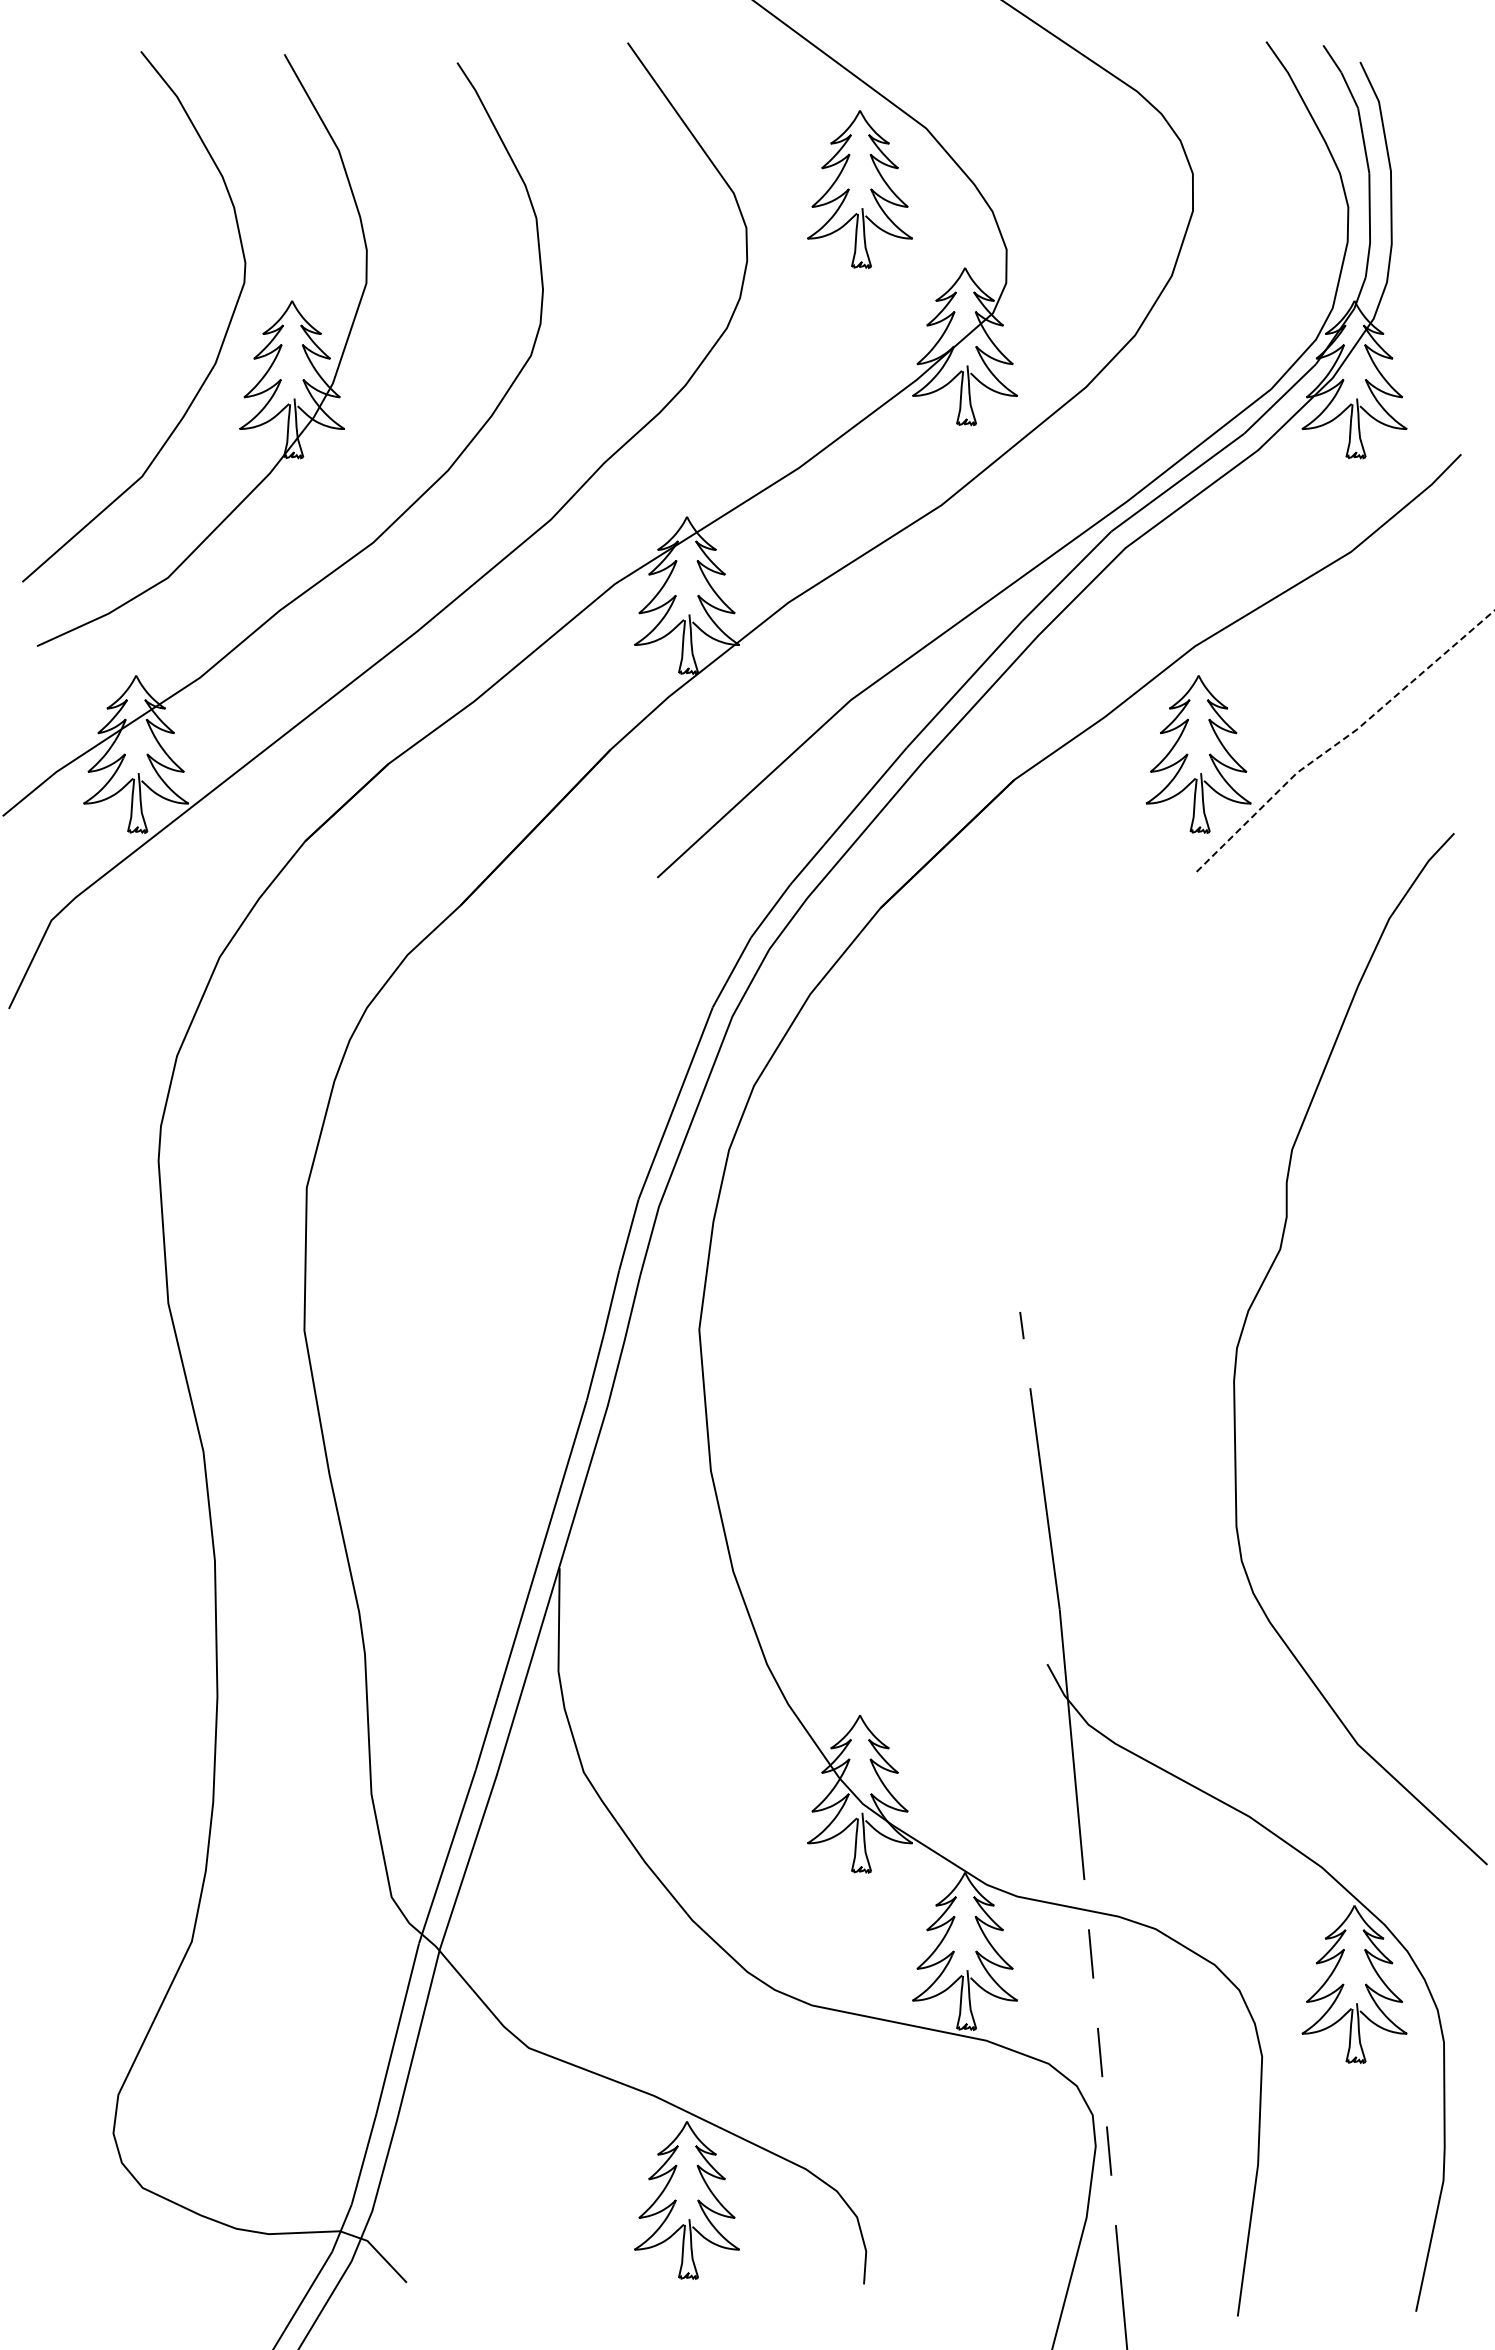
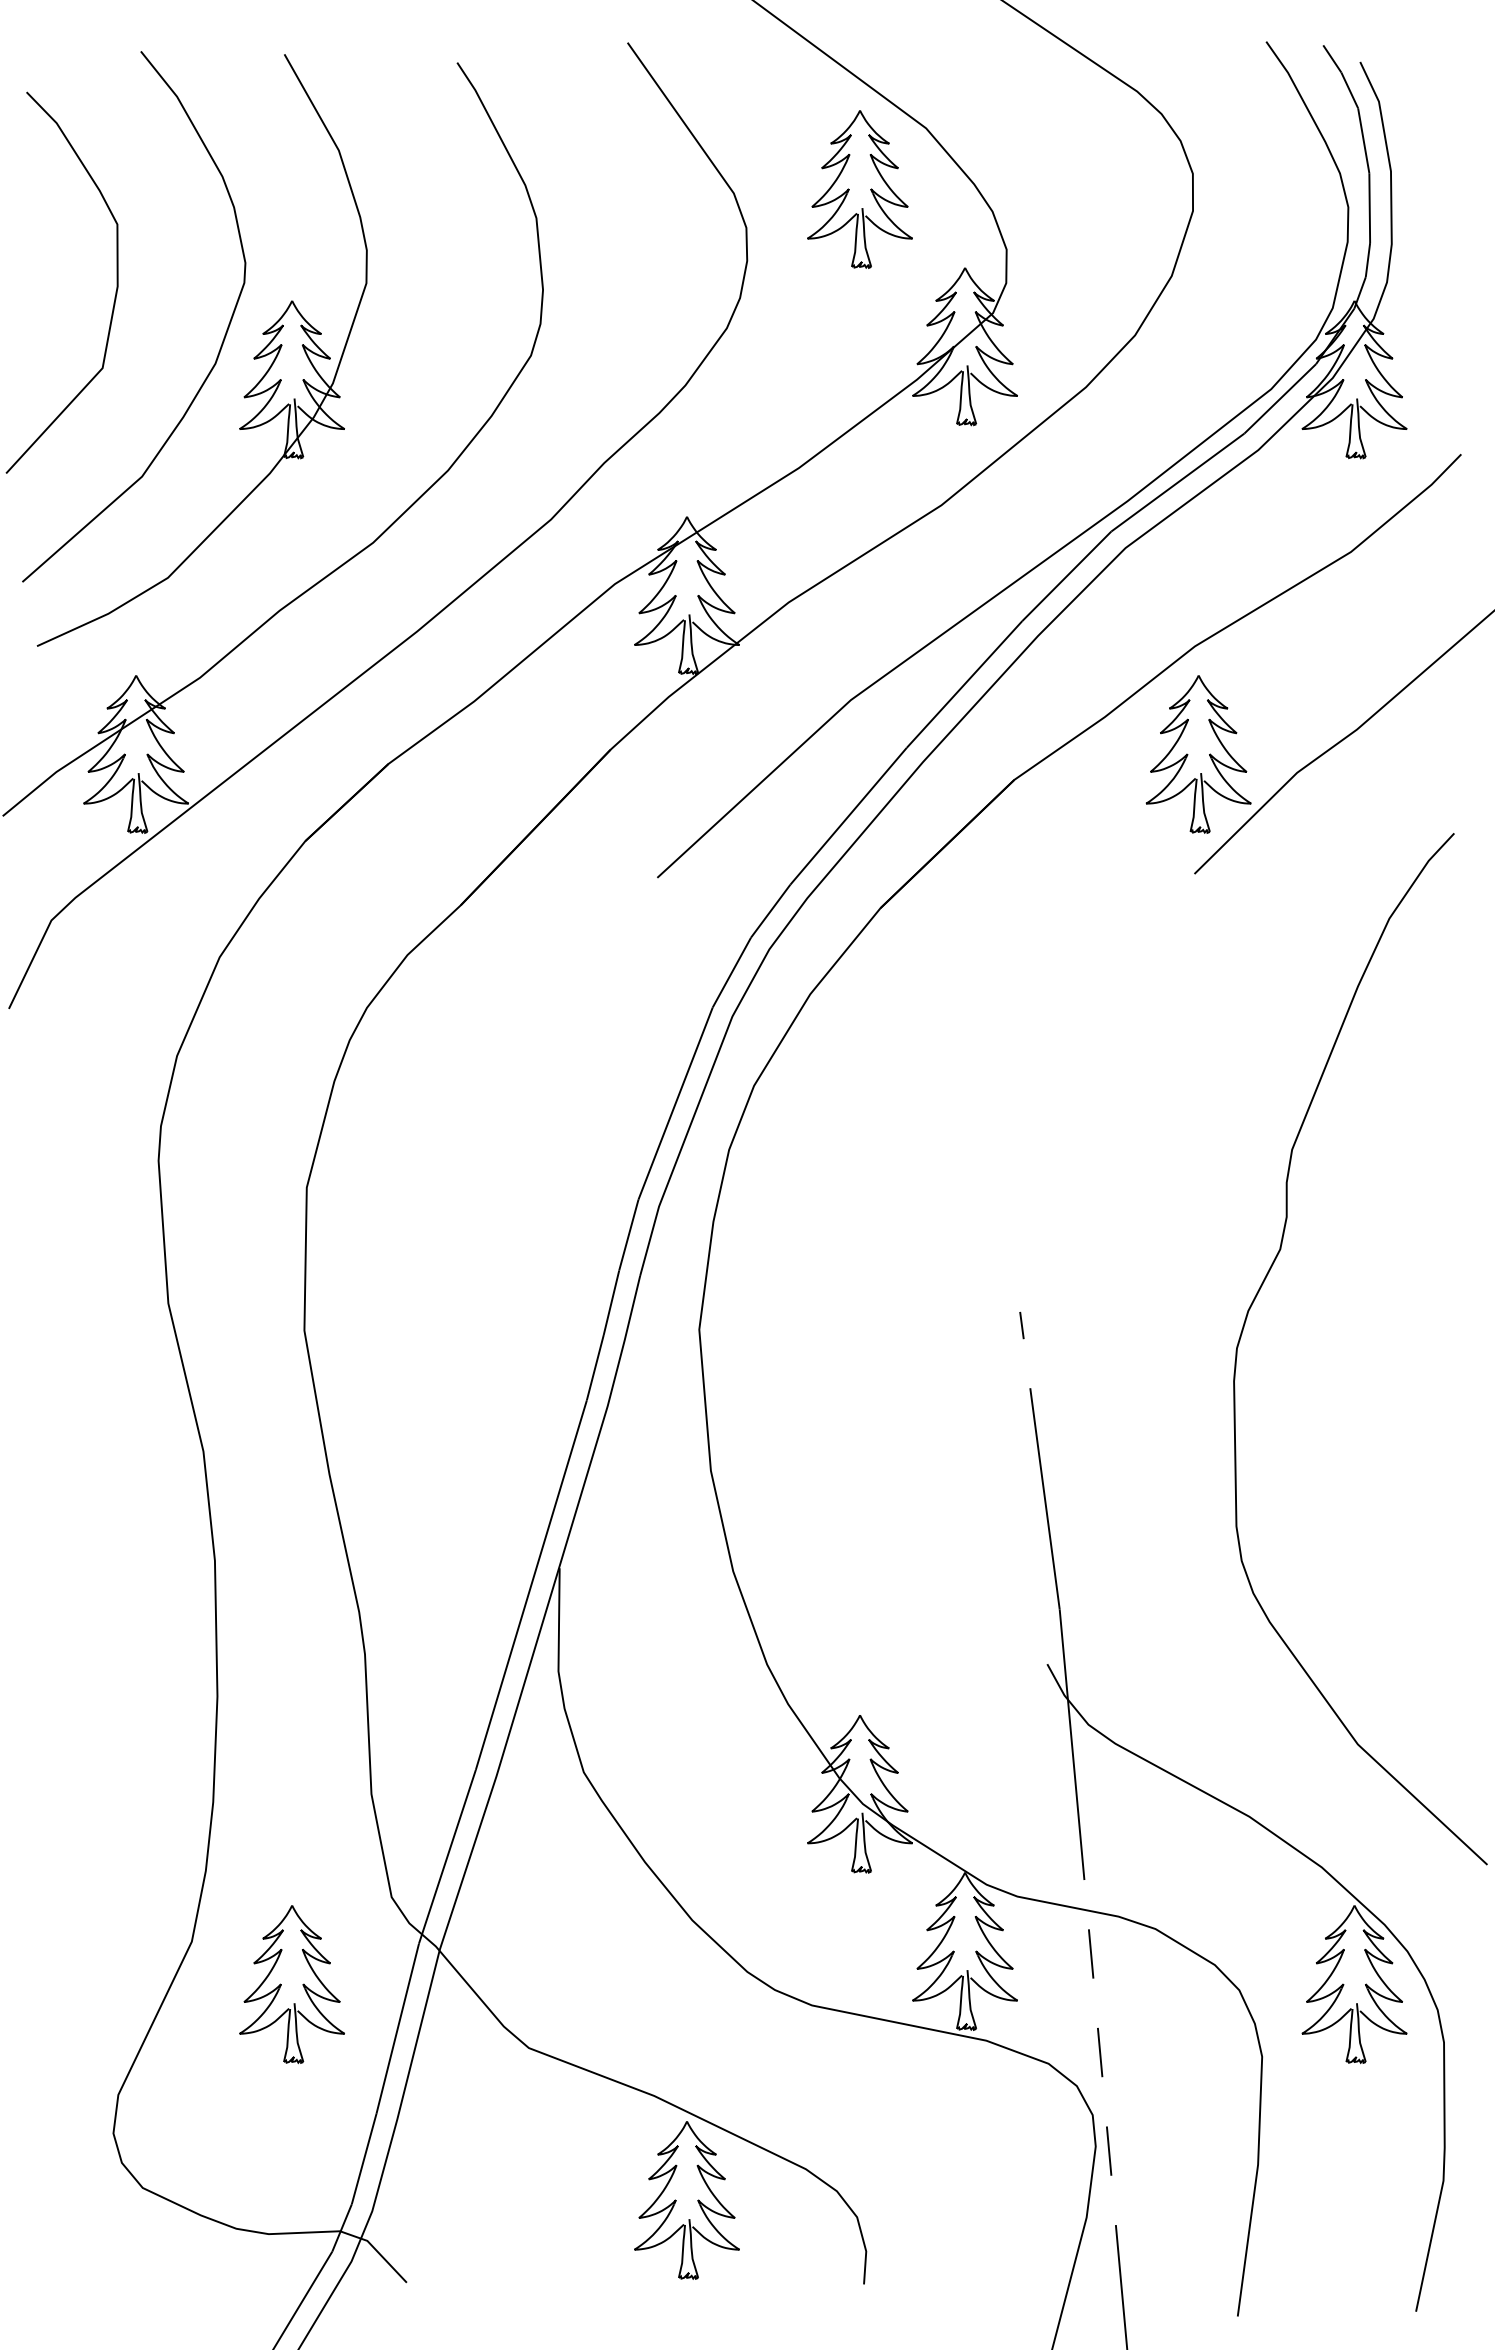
curve at (115, 291): none -> present
line at (1342, 740): dashed -> solid
part at (291, 1984): none -> present
